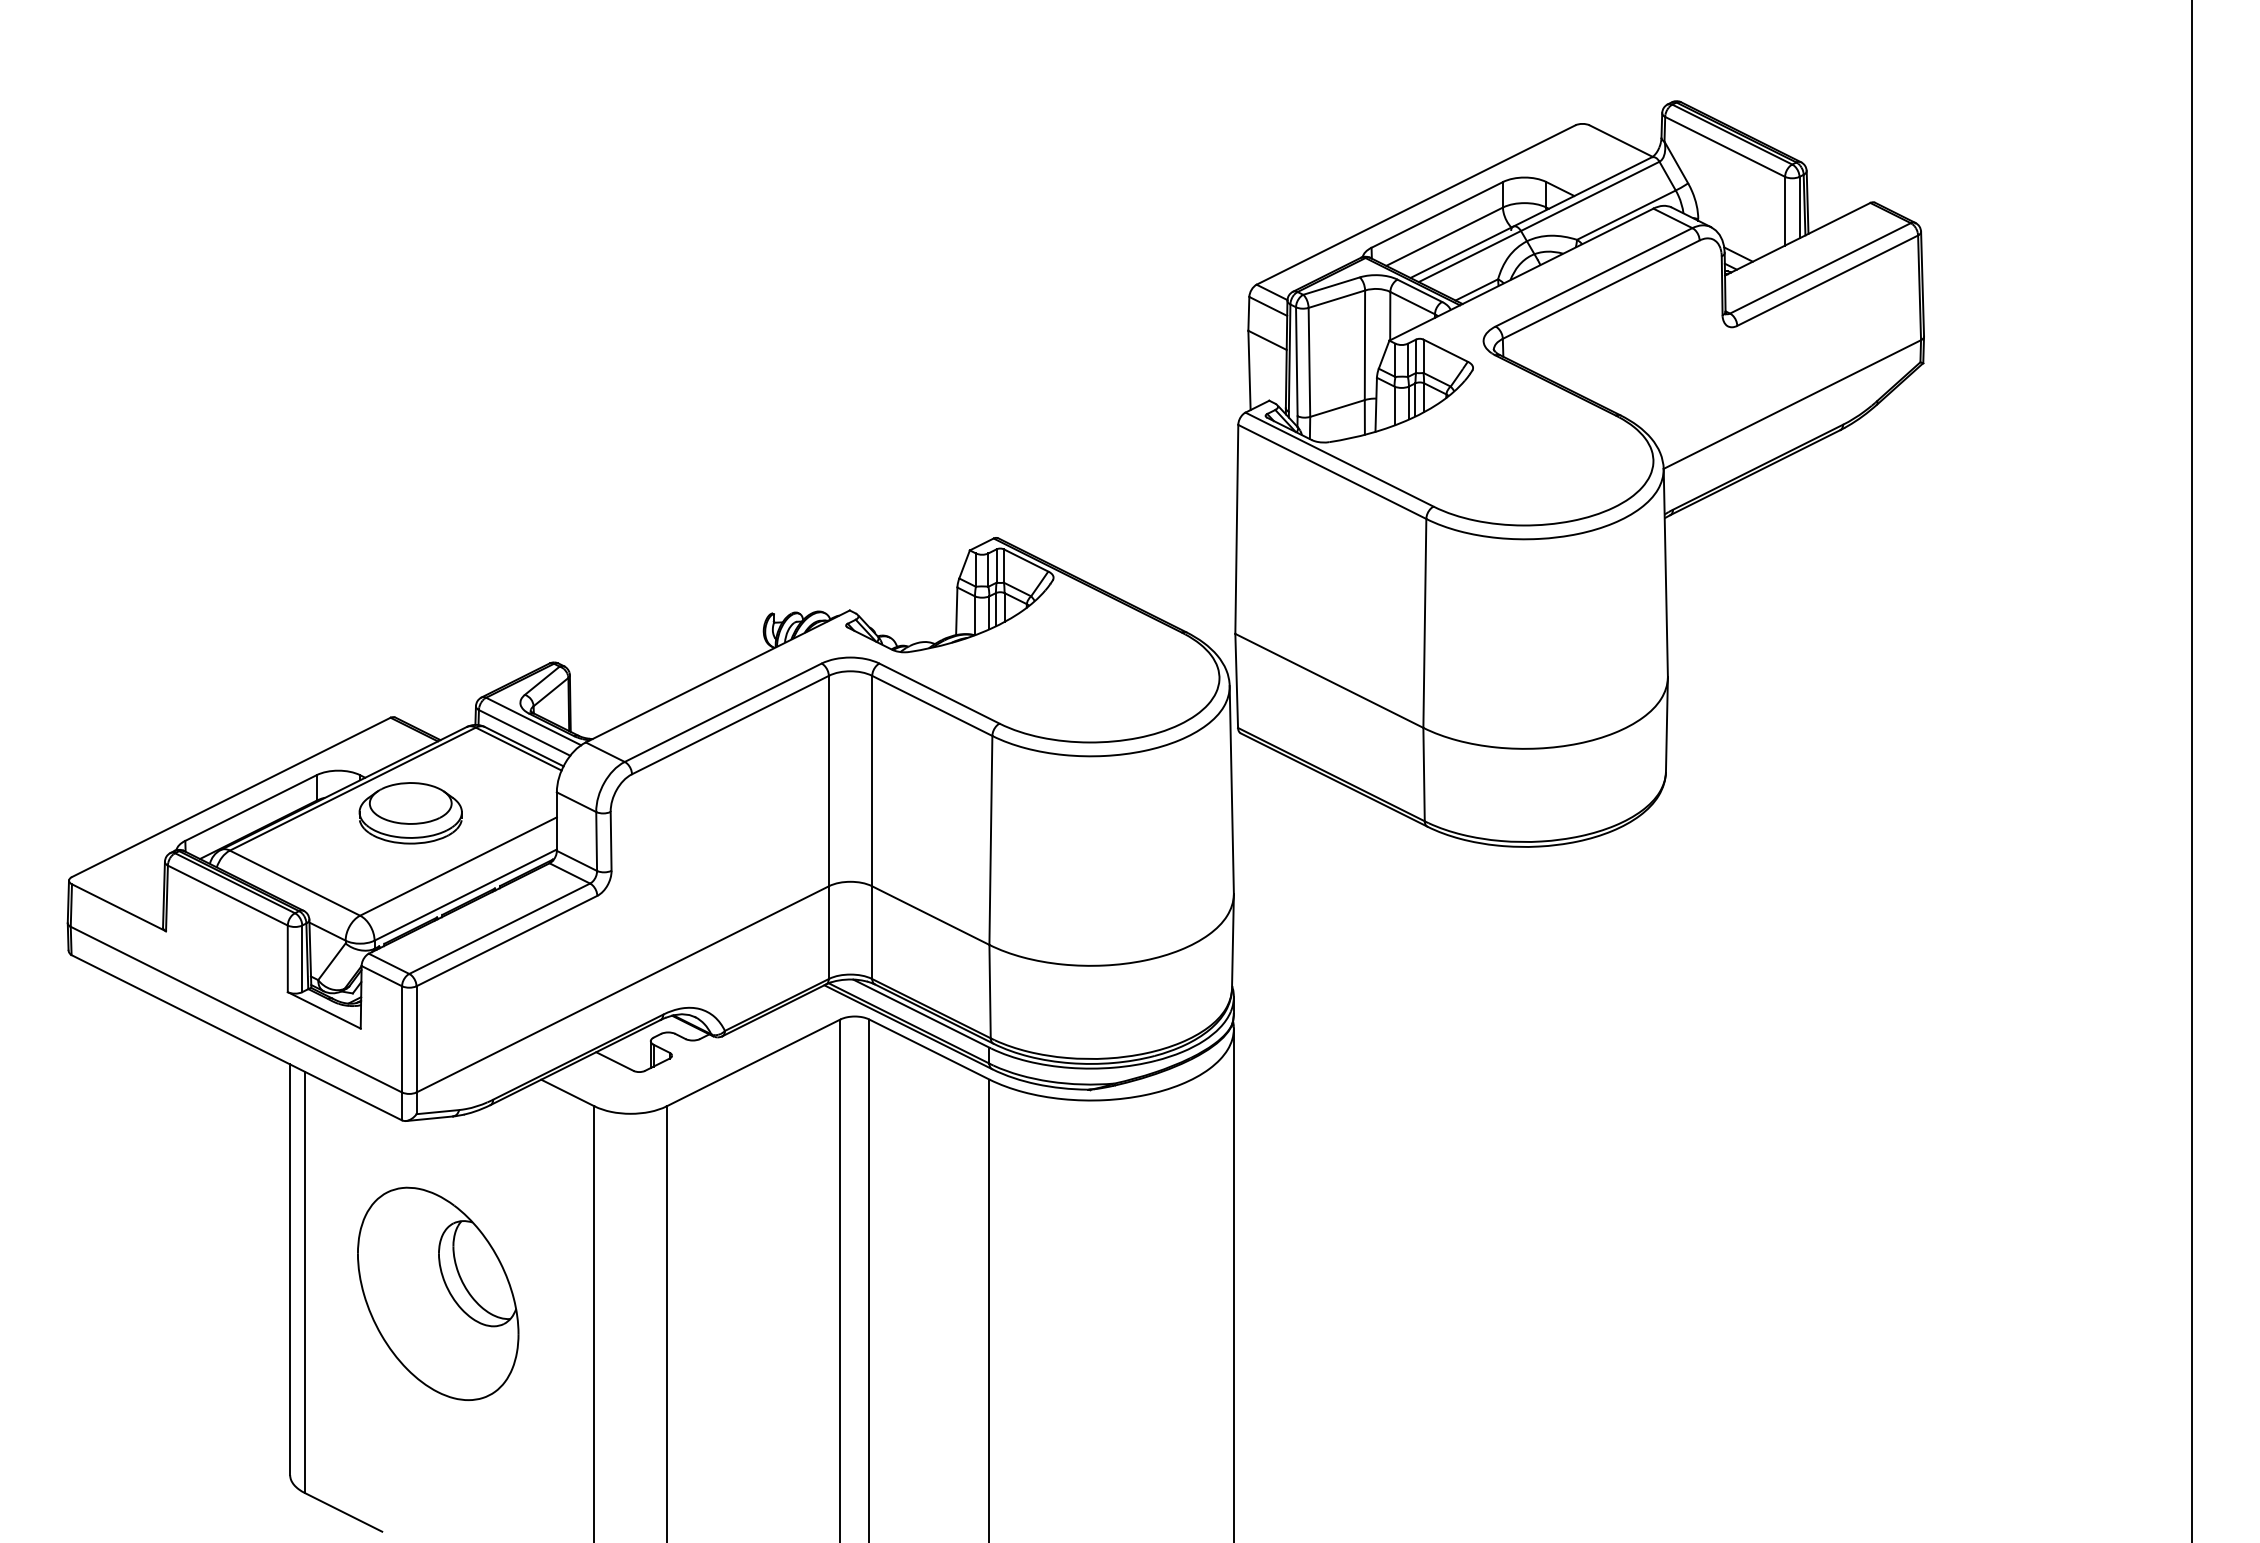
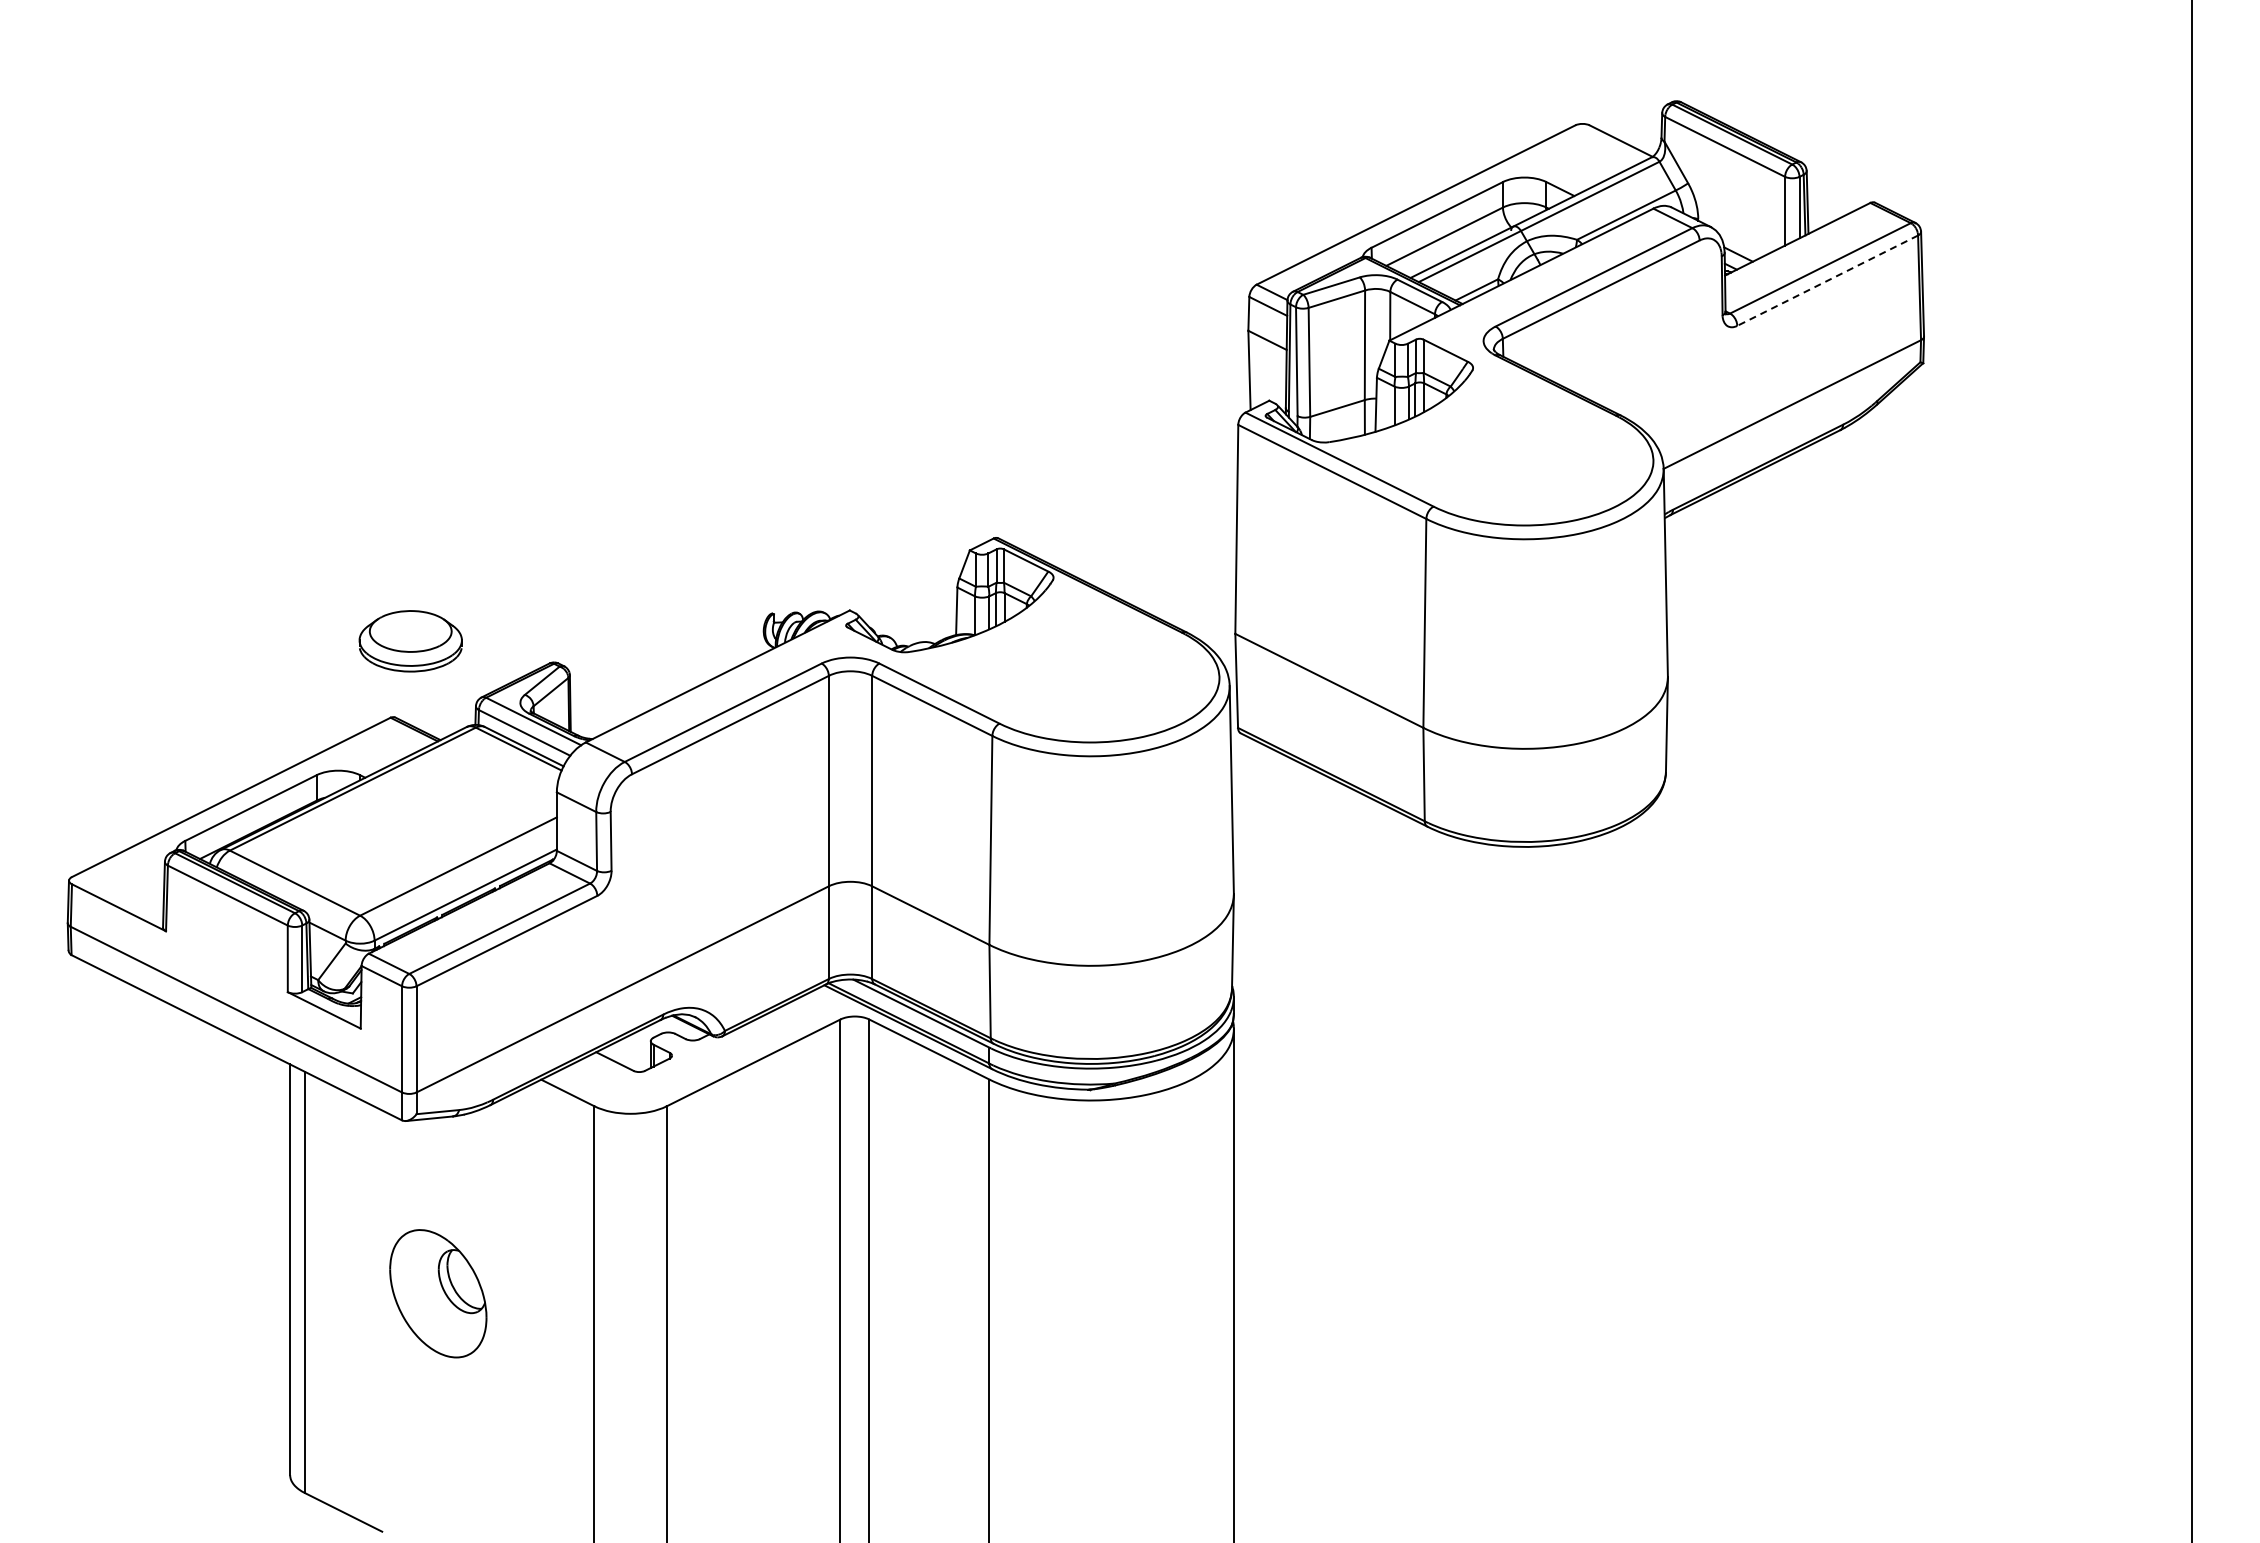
line at (1827, 280): solid -> dashed
part at (410, 813) position: (410, 813) -> (410, 641)
part at (438, 1293) size: 163x215 px -> 99x130 px
